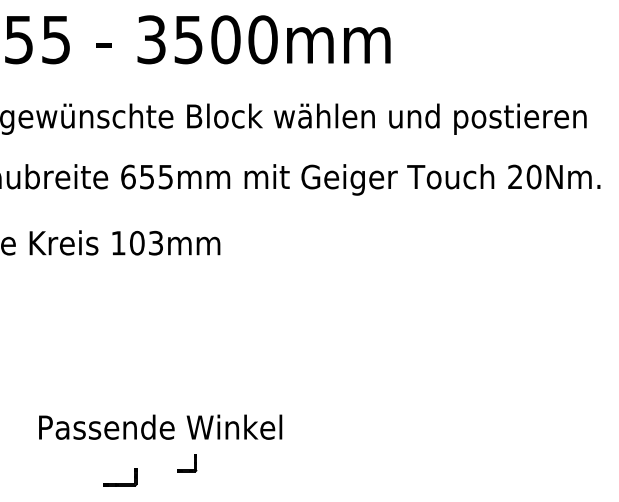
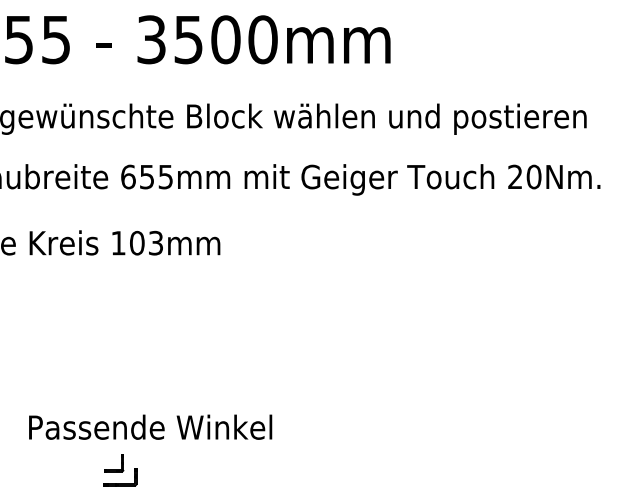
text at (160, 426) position: (160, 426) -> (150, 426)
part at (187, 463) position: (187, 463) -> (114, 463)
